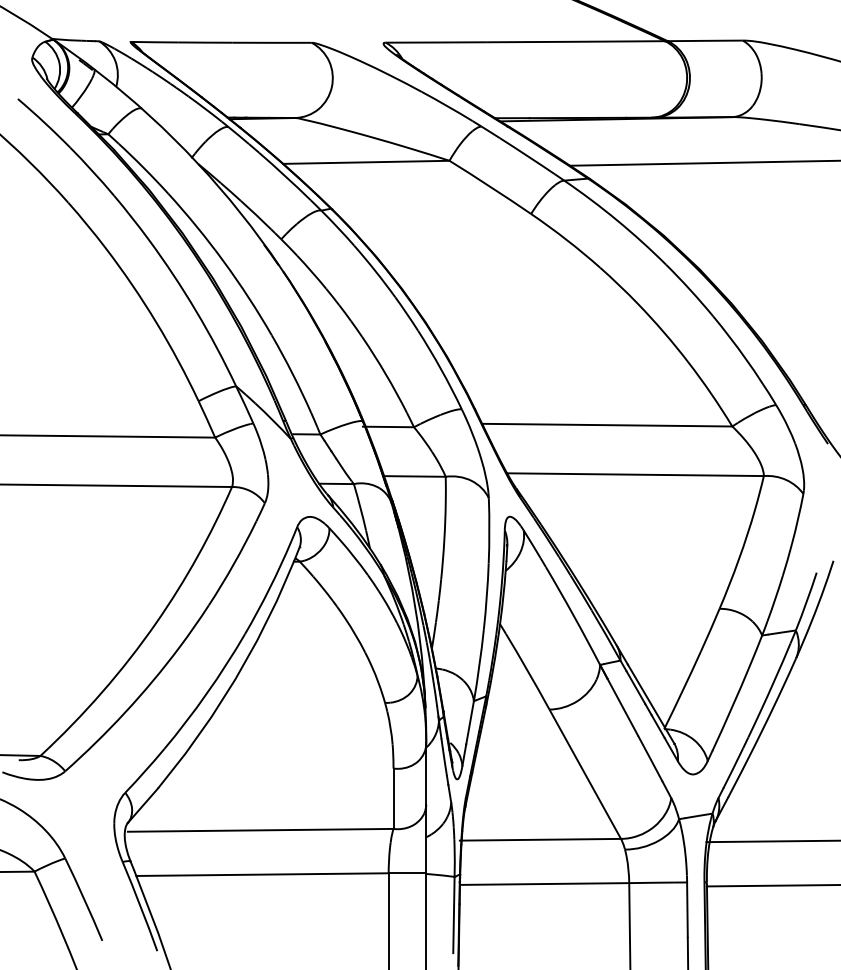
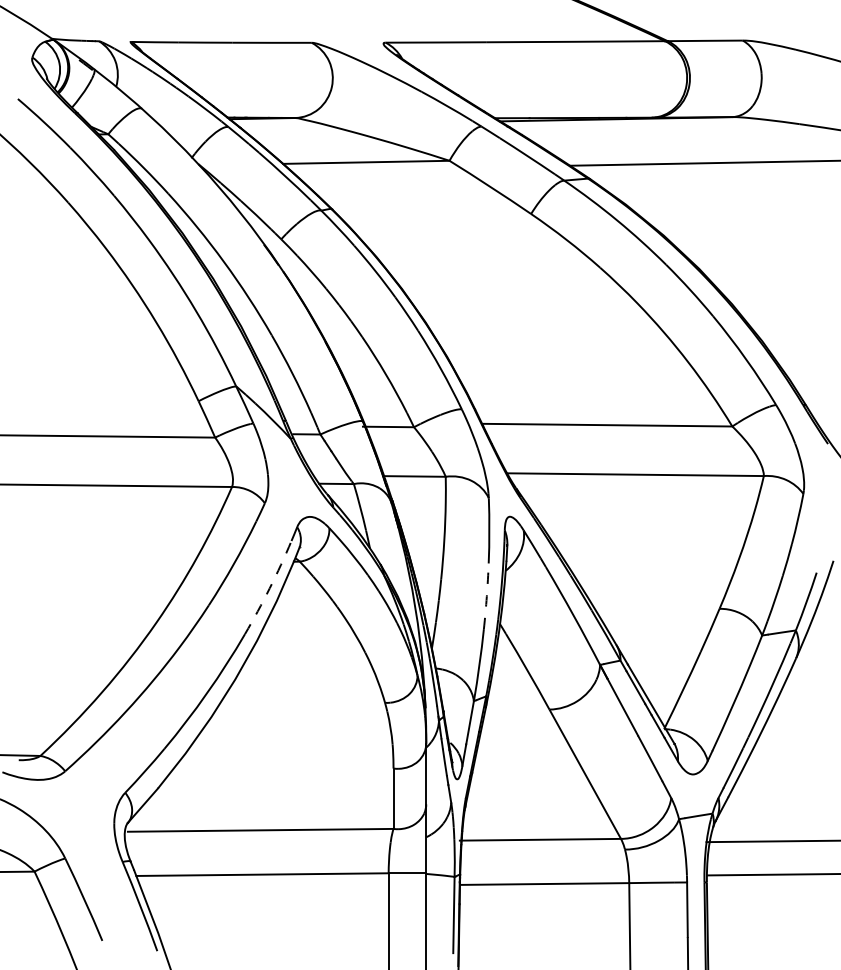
arc at (269, 588): solid -> dashed
arc at (486, 596): solid -> dashed
line at (771, 885) position: (771, 885) -> (771, 874)
